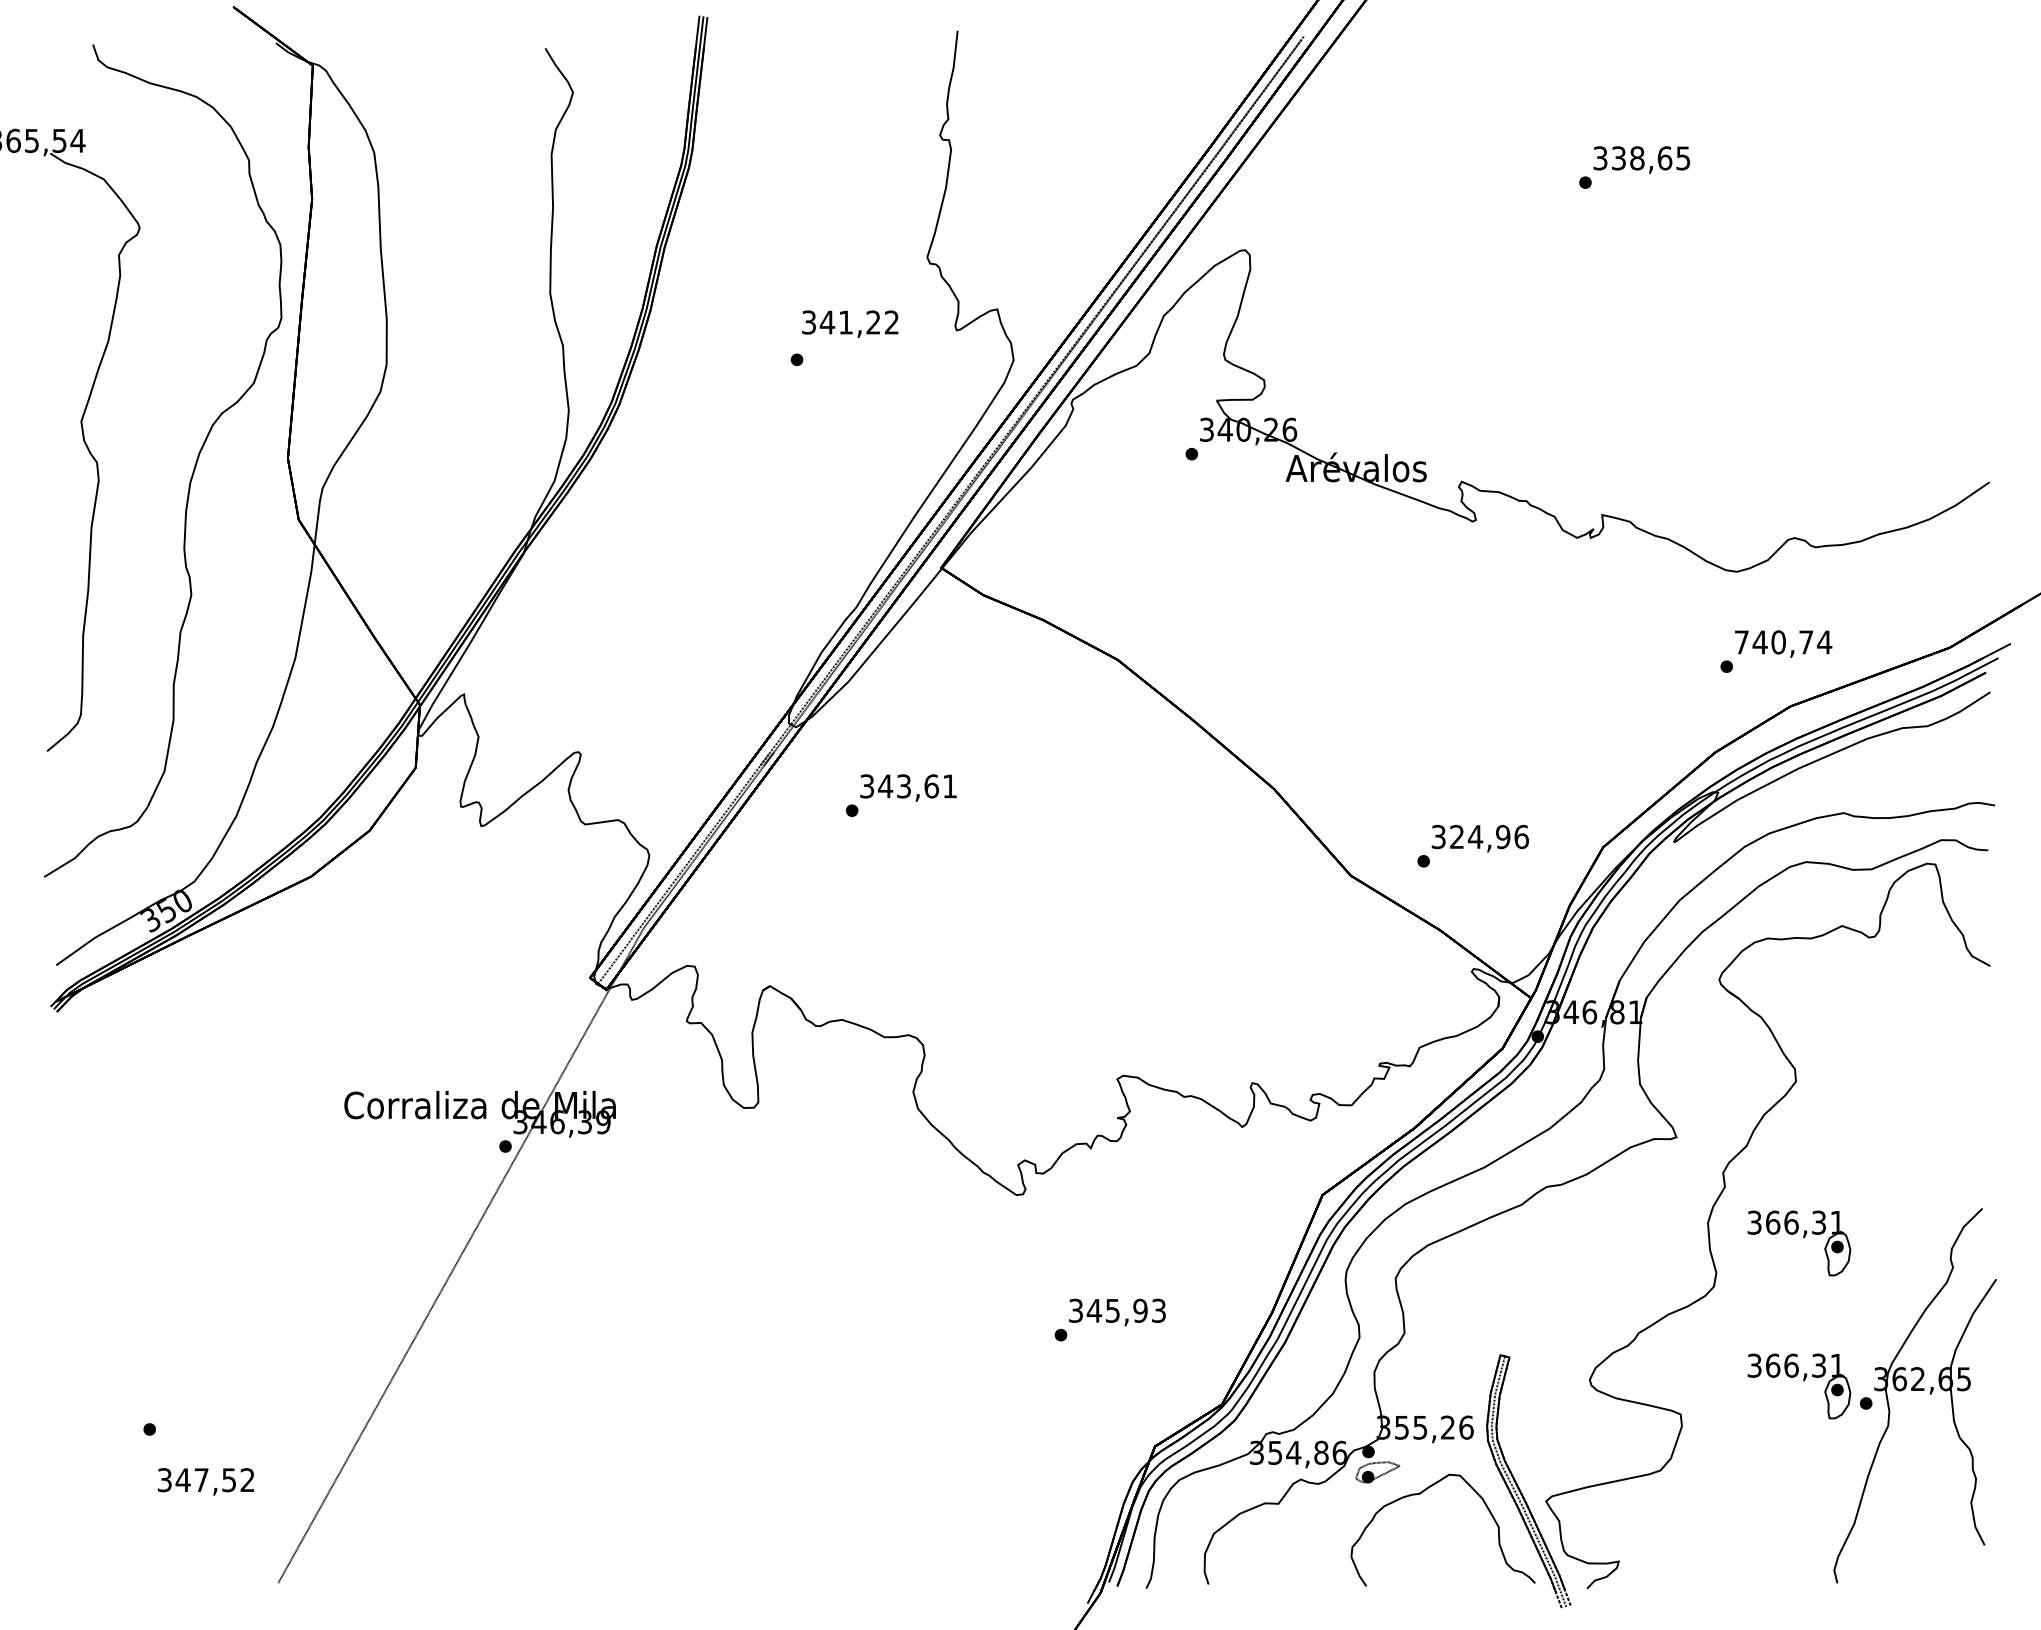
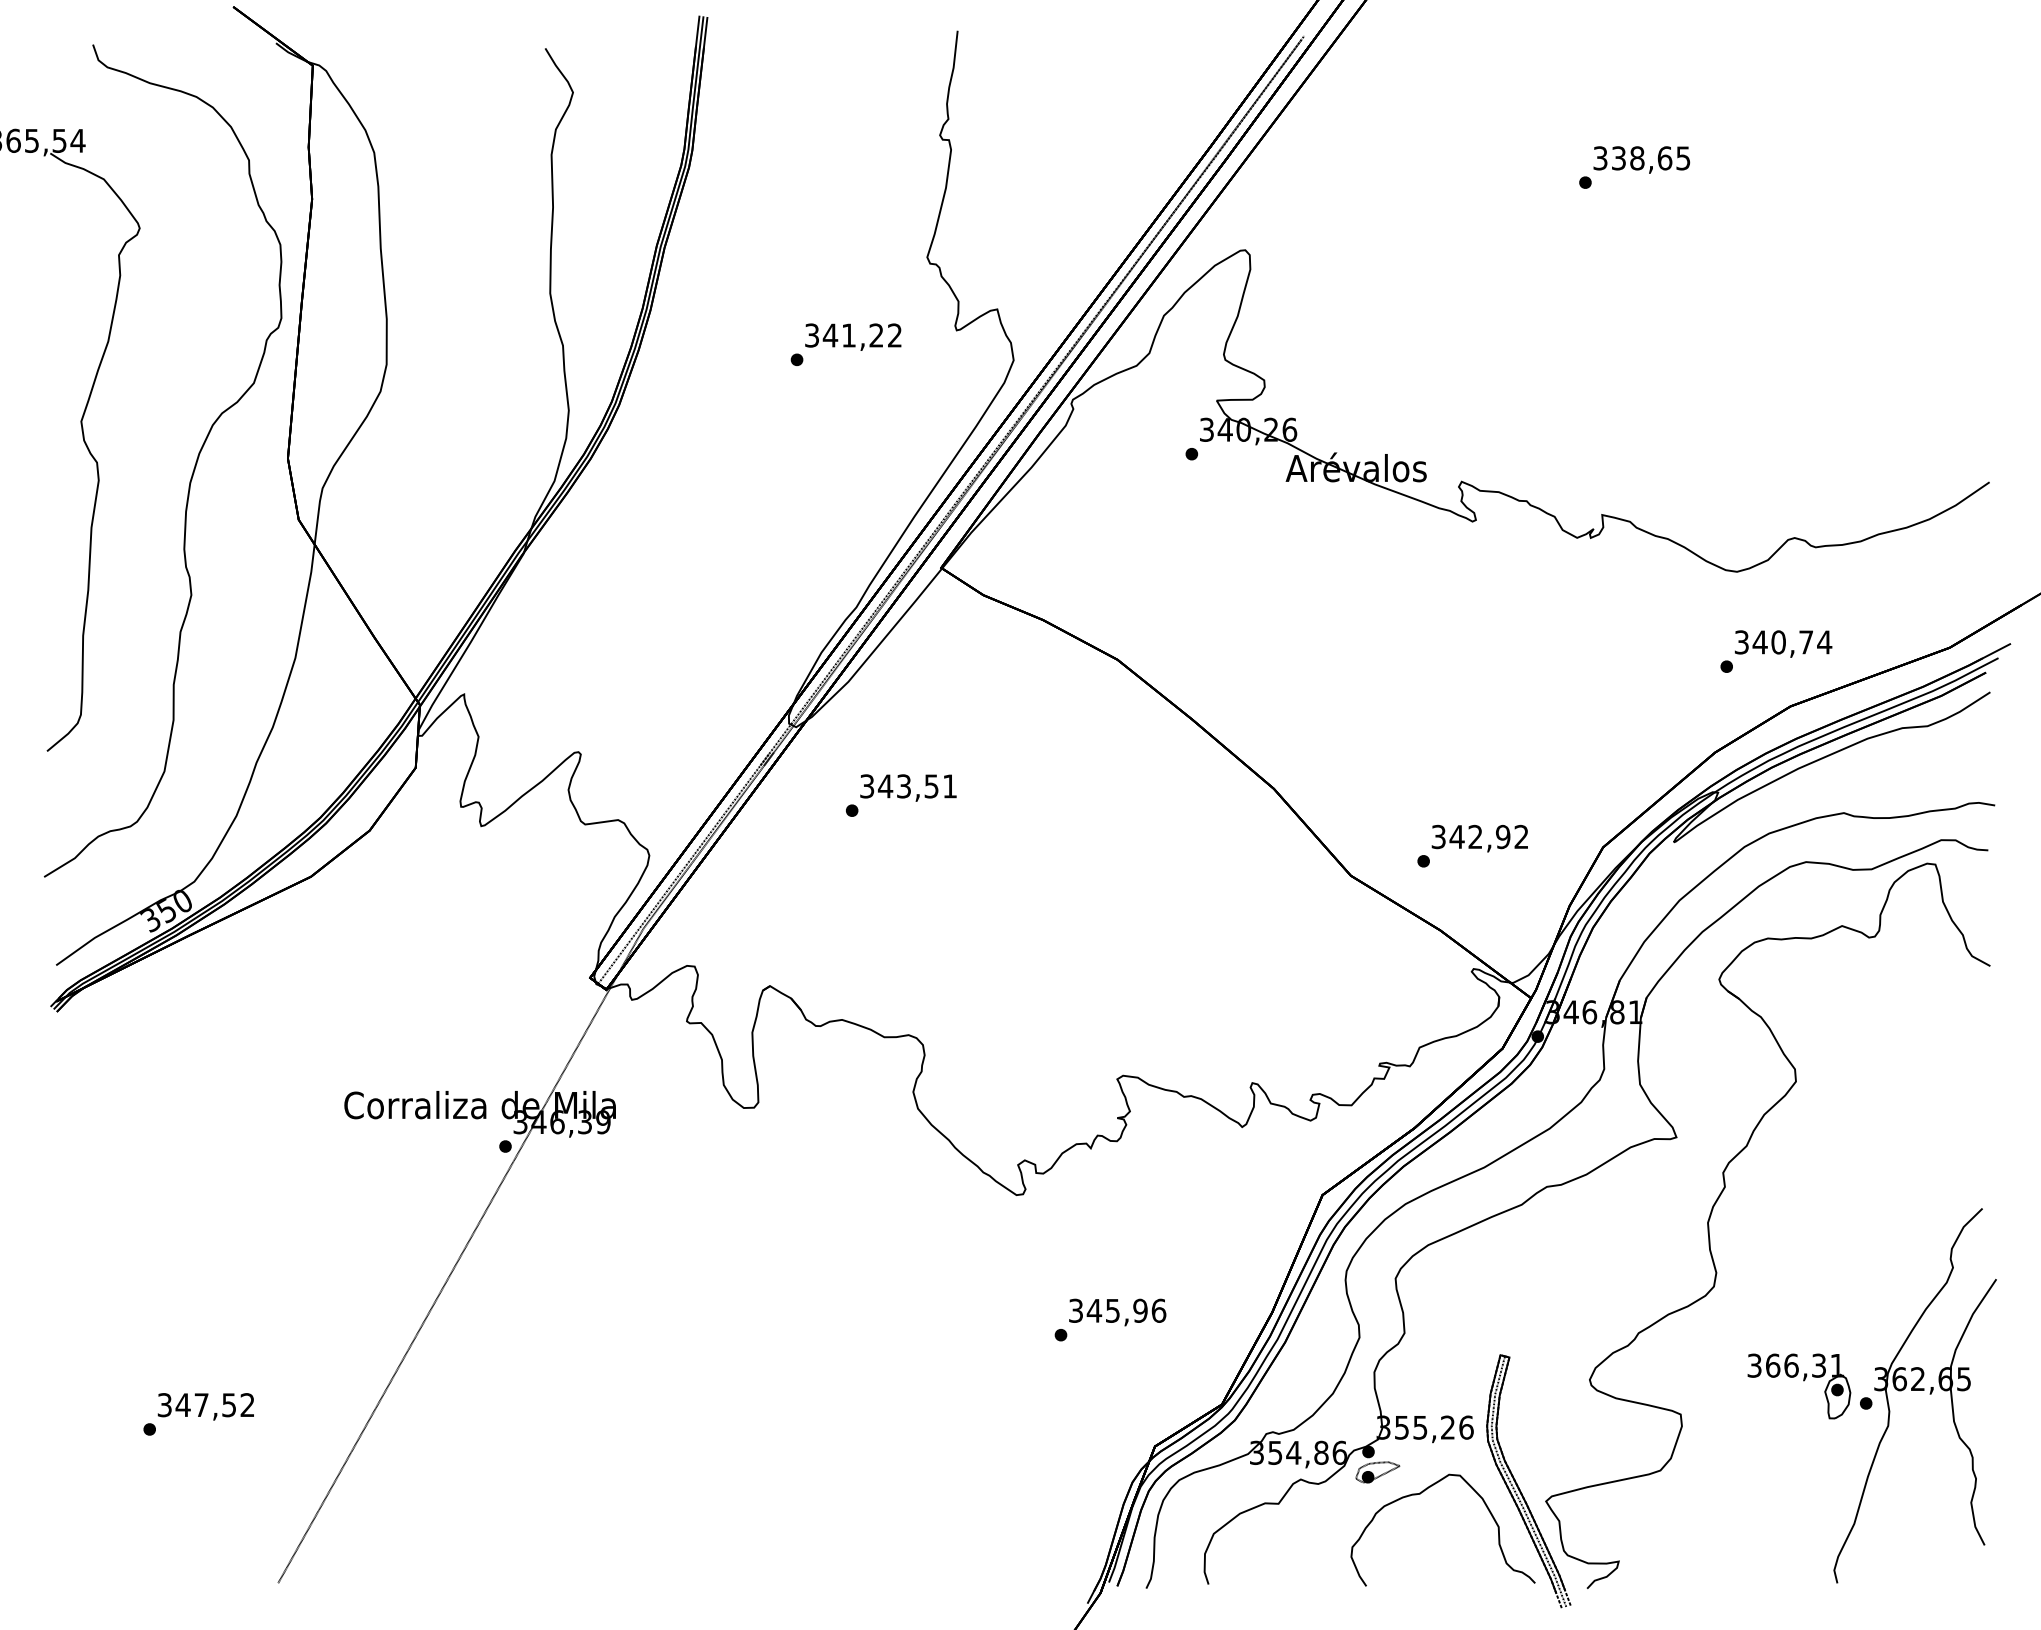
text at (850, 323) position: (850, 323) -> (853, 336)
text at (1741, 642): 740,74 -> 340,74
text at (931, 786): 343,61 -> 343,51
text at (1488, 836): 324,96 -> 342,92
part at (1803, 1238): present -> none
text at (1158, 1310): 345,93 -> 345,96
text at (205, 1481) position: (205, 1481) -> (205, 1406)
